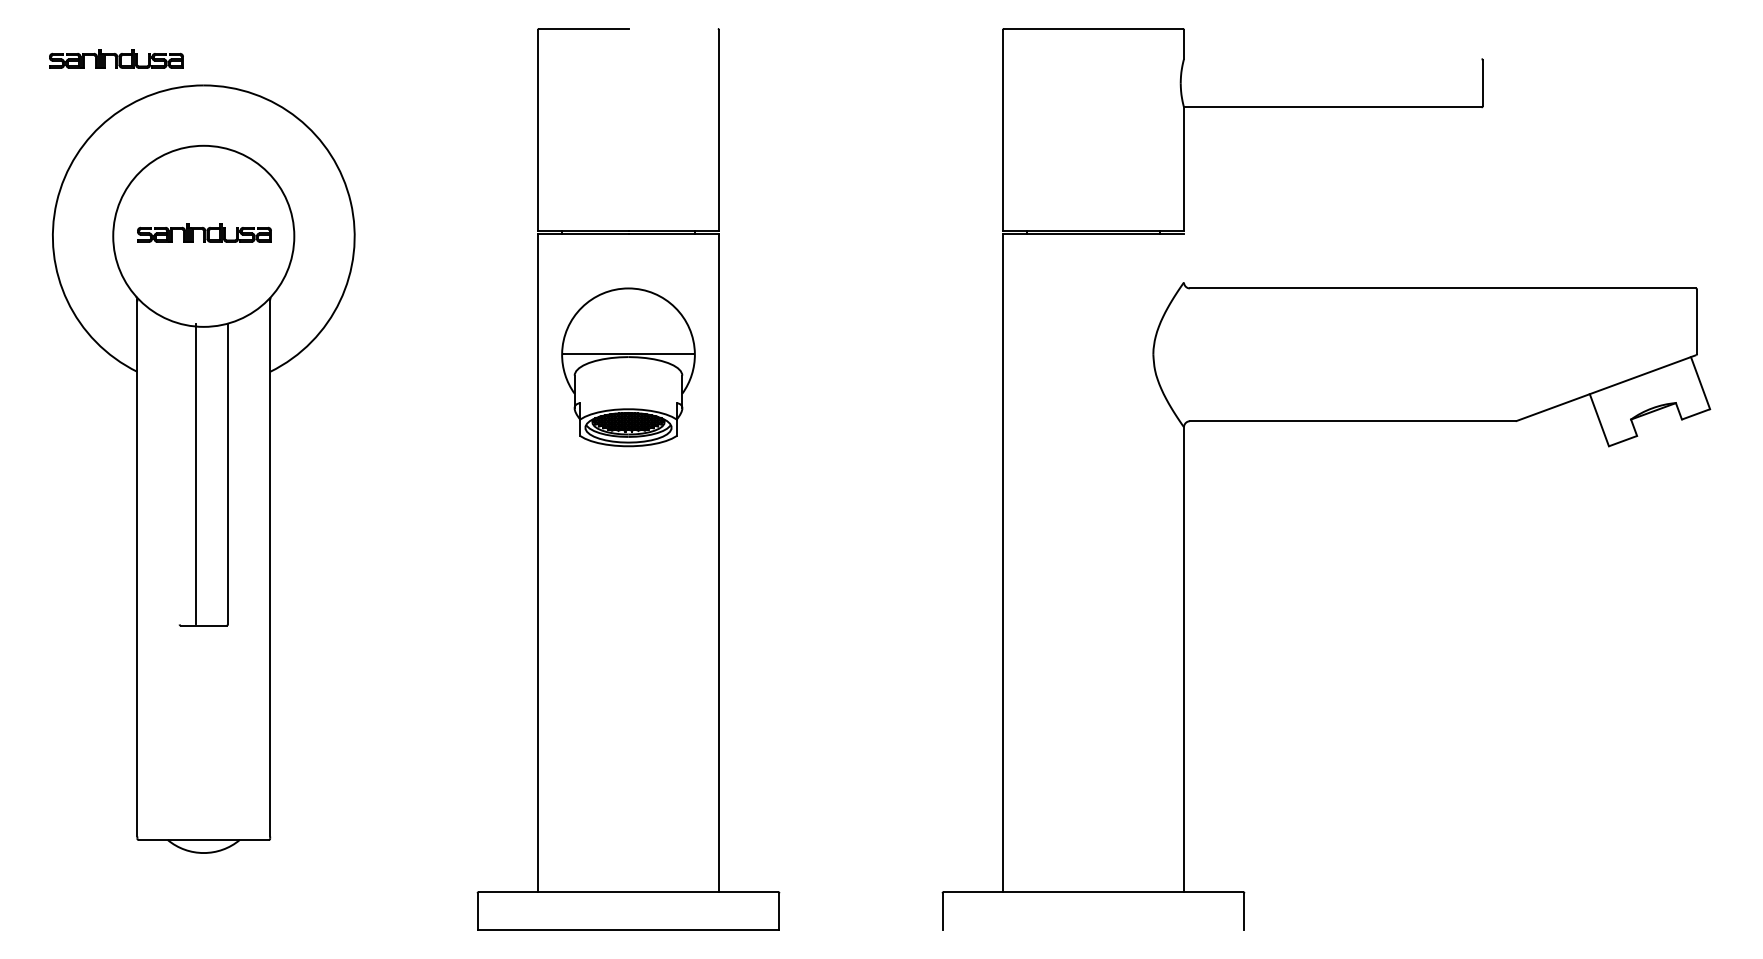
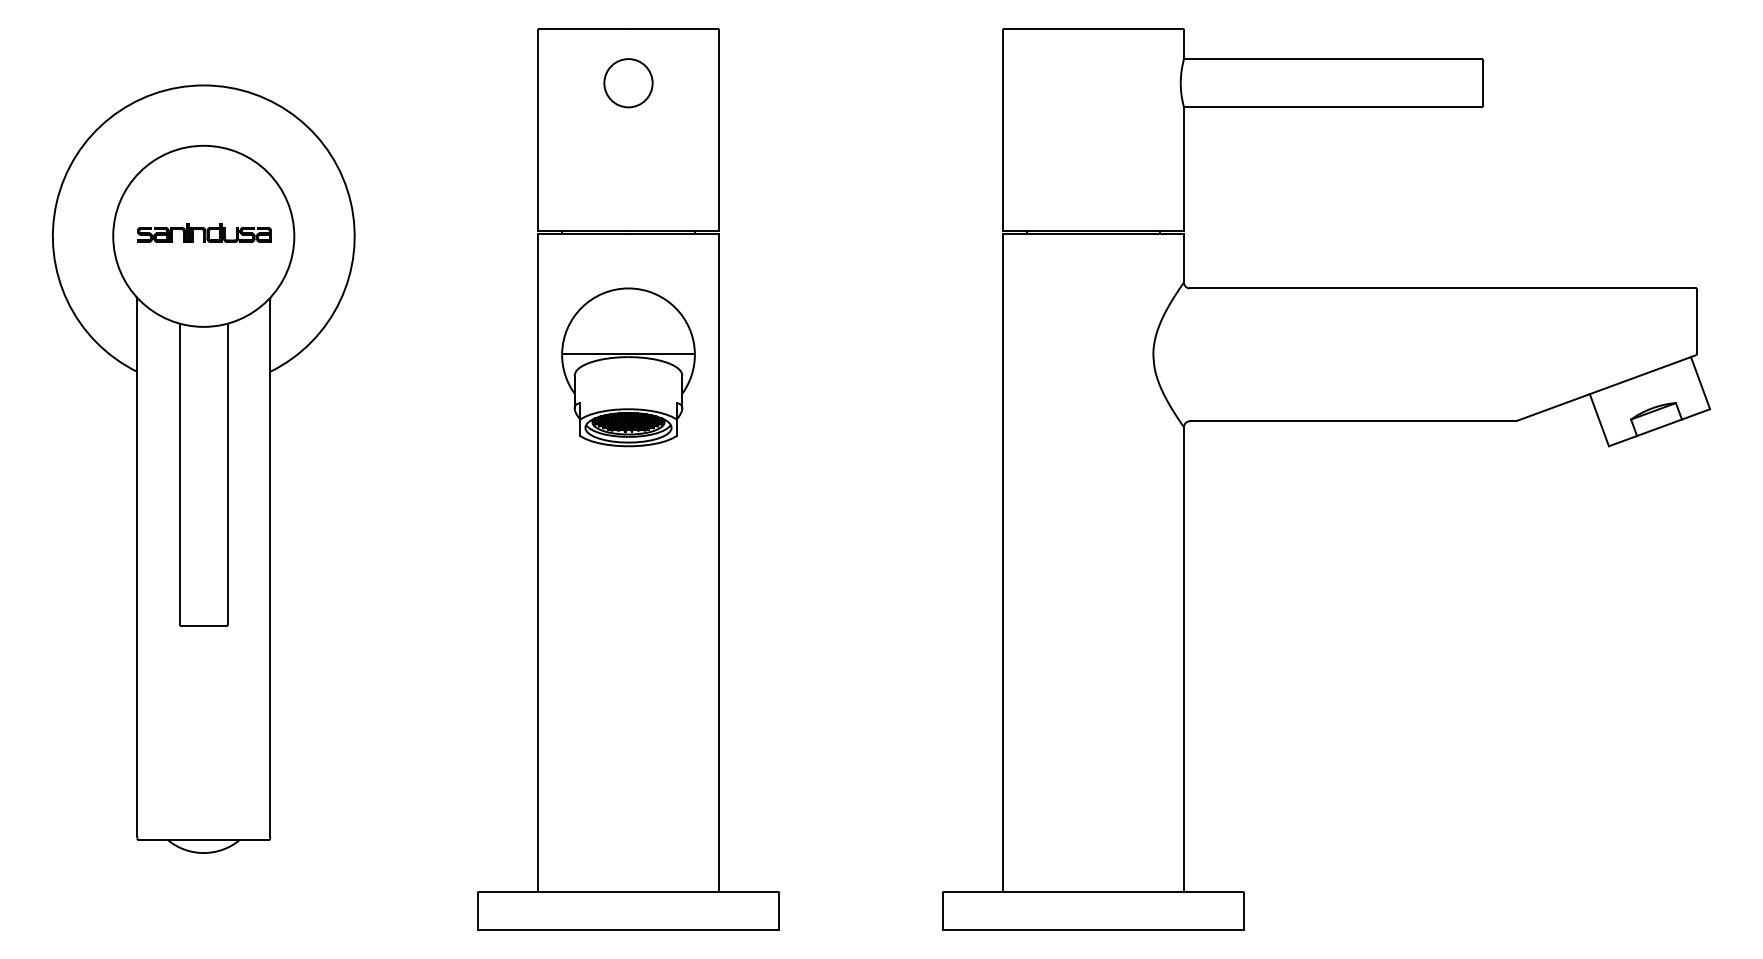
line at (672, 28): none -> present
part at (116, 58): present -> none
line at (1332, 59): none -> present
circle at (628, 83): none -> present
line at (1184, 258): none -> present
line at (1659, 427): none -> present
line at (195, 473) position: (195, 473) -> (179, 473)
line at (1093, 930): none -> present
